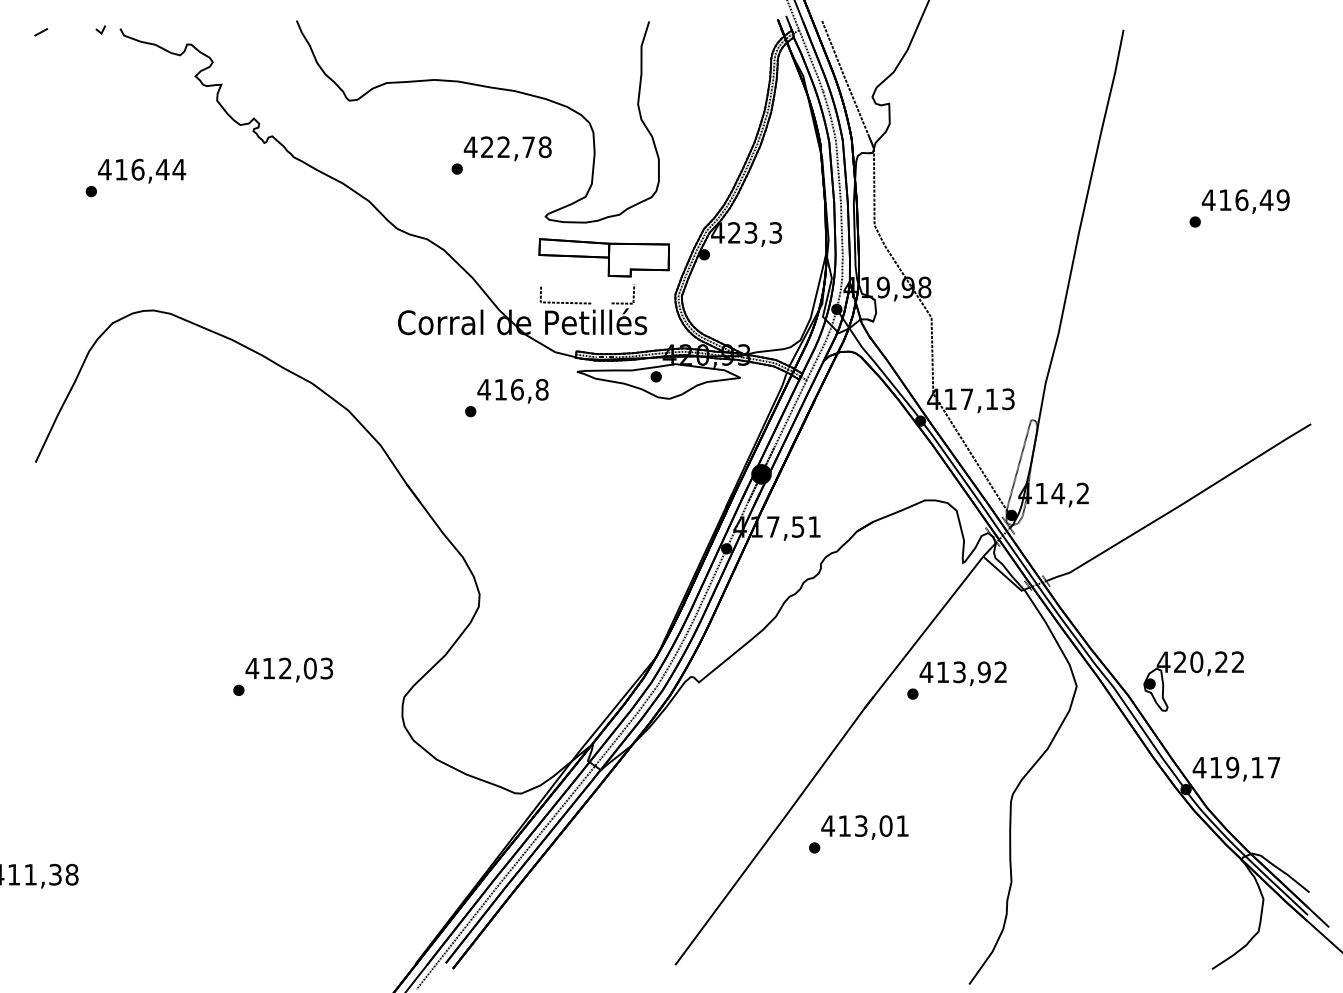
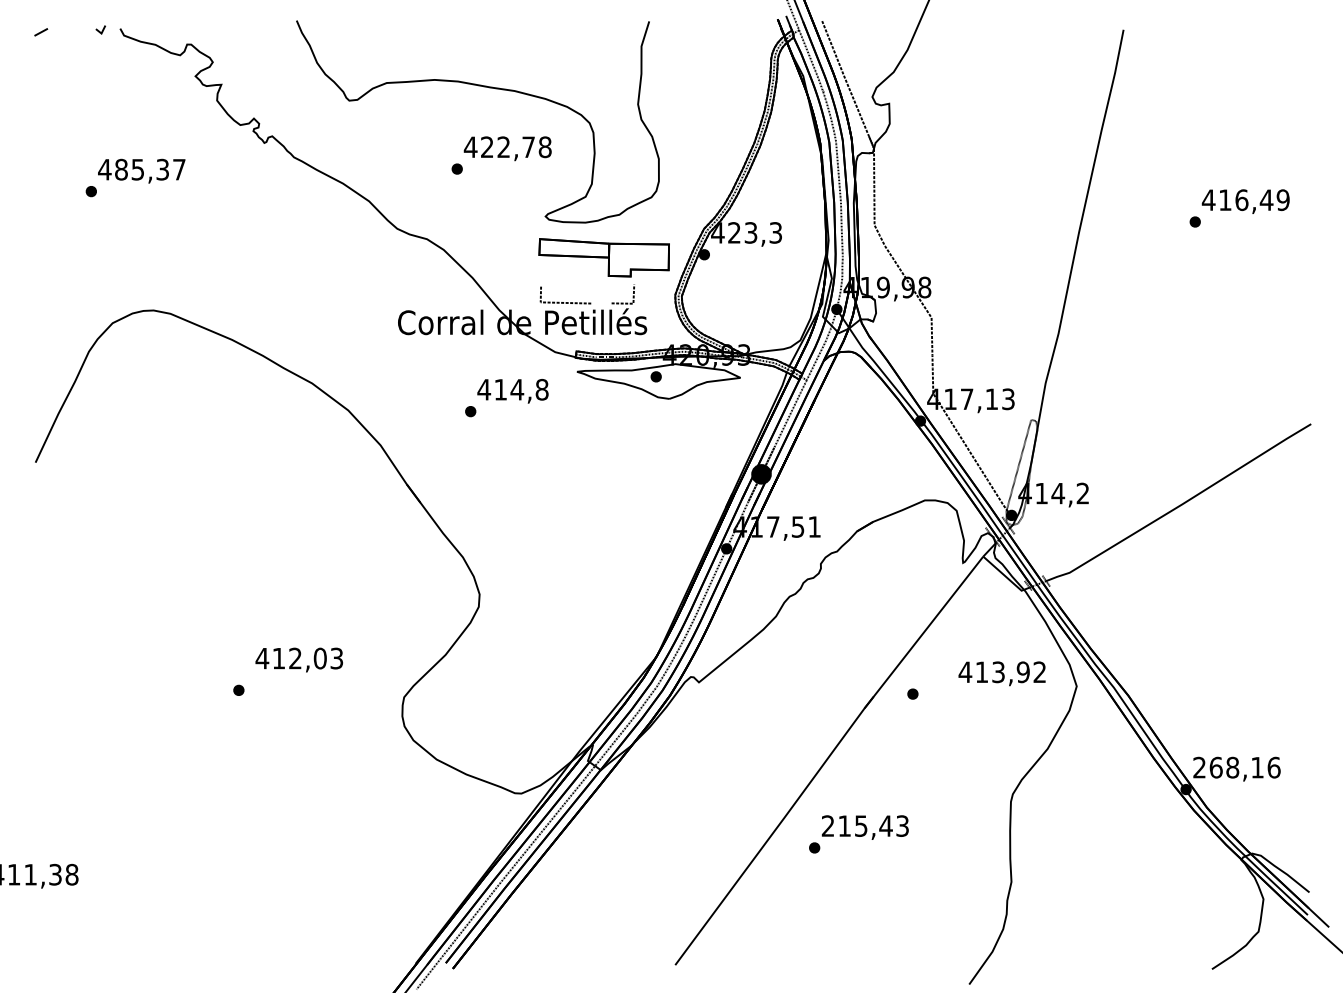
text at (150, 169): 416,44 -> 485,37
text at (517, 389): 416,8 -> 414,8
text at (288, 669) position: (288, 669) -> (298, 659)
text at (962, 673) position: (962, 673) -> (1001, 673)
part at (1196, 673): present -> none
text at (1236, 767): 419,17 -> 268,16
text at (864, 825): 413,01 -> 215,43
